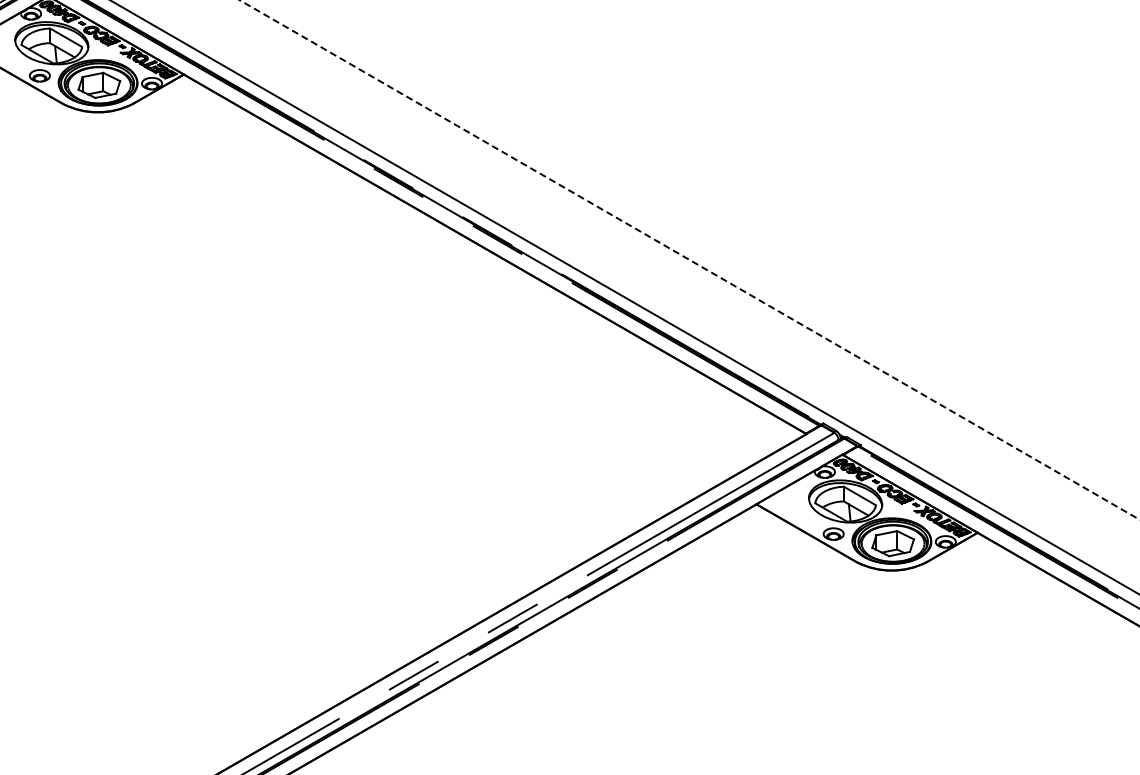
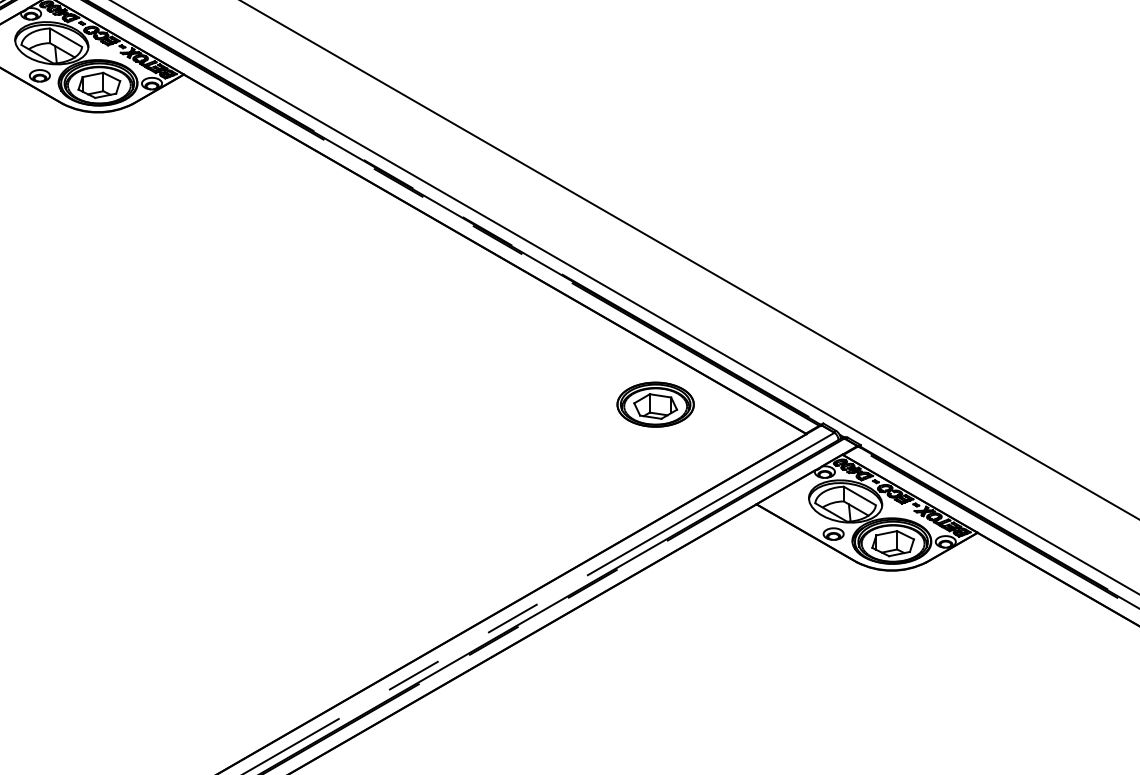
line at (689, 259): dashed -> solid
part at (655, 404): none -> present
